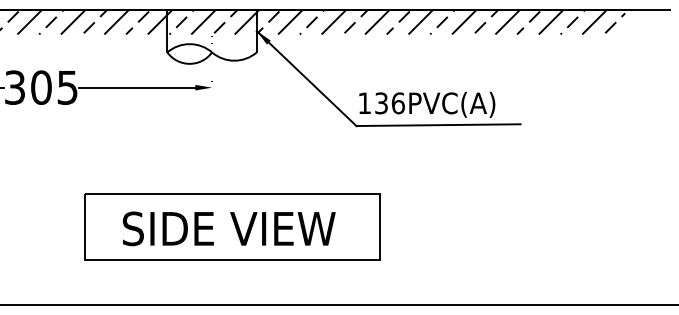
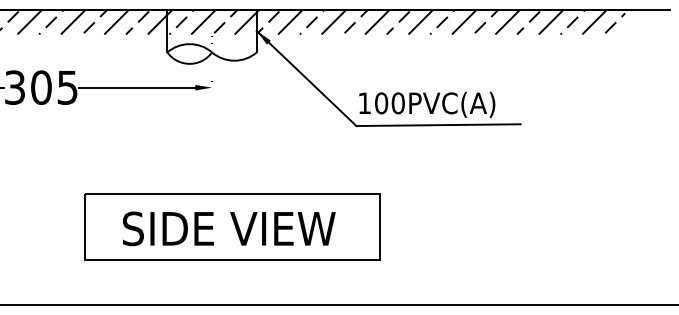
text at (389, 103): 136PVC(A) -> 100PVC(A)
